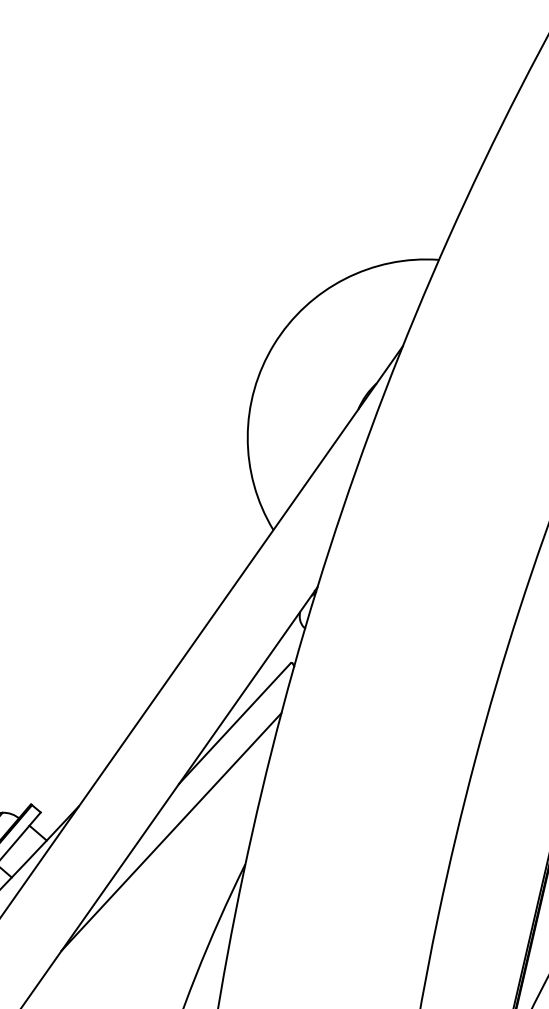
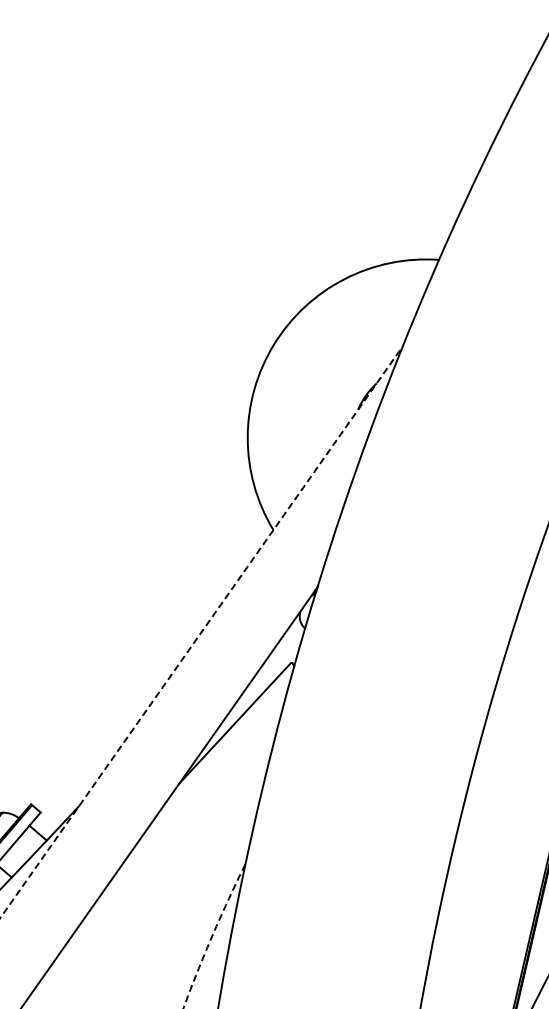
line at (201, 632): solid -> dashed
line at (171, 831): present -> none
arc at (212, 936): solid -> dashed
